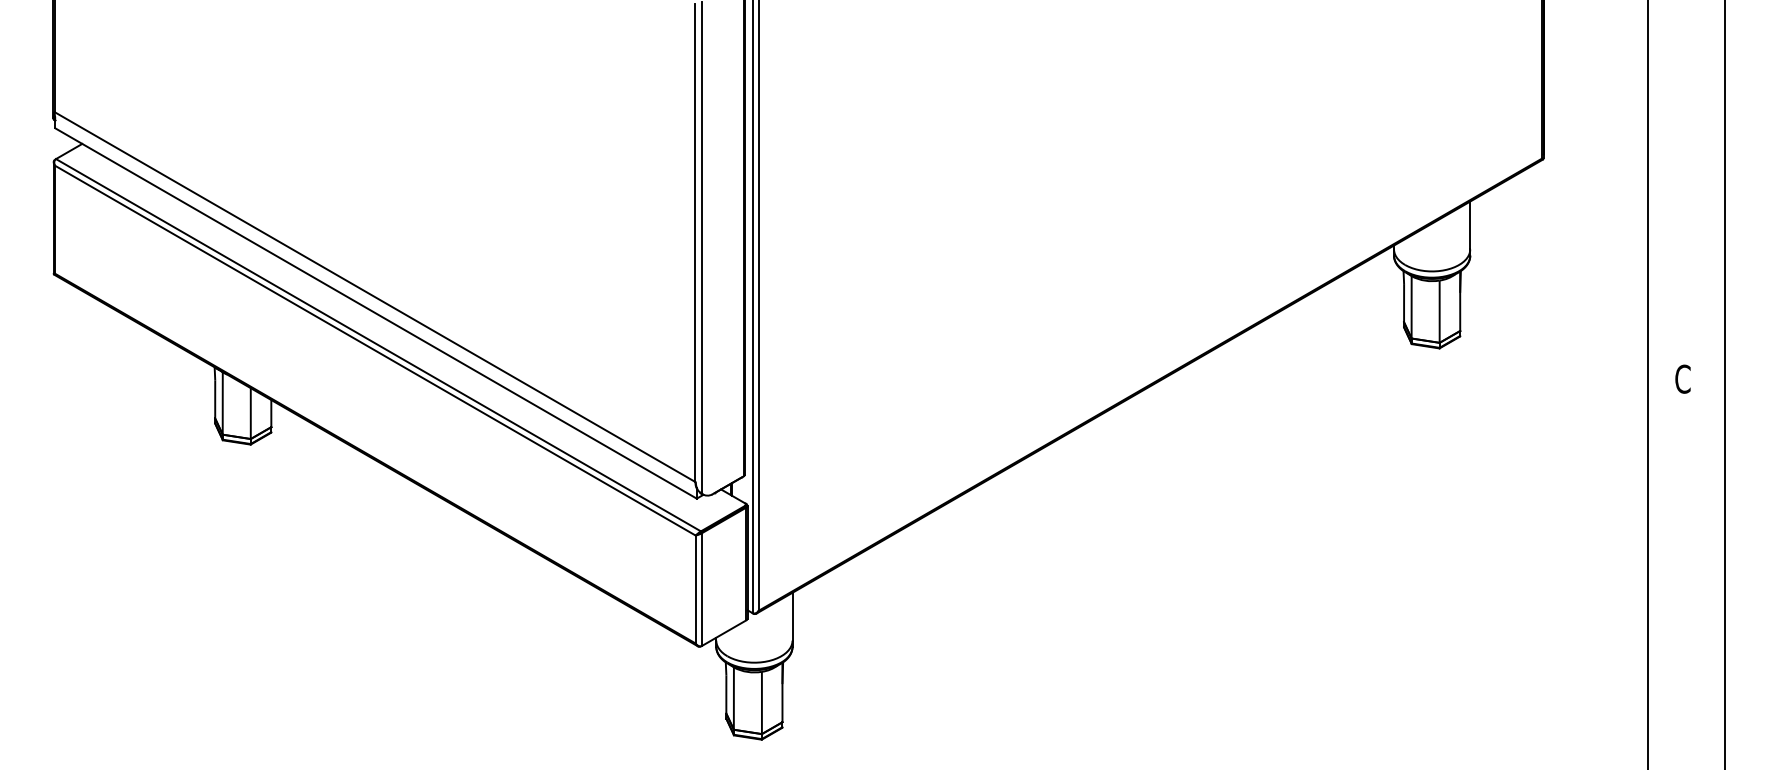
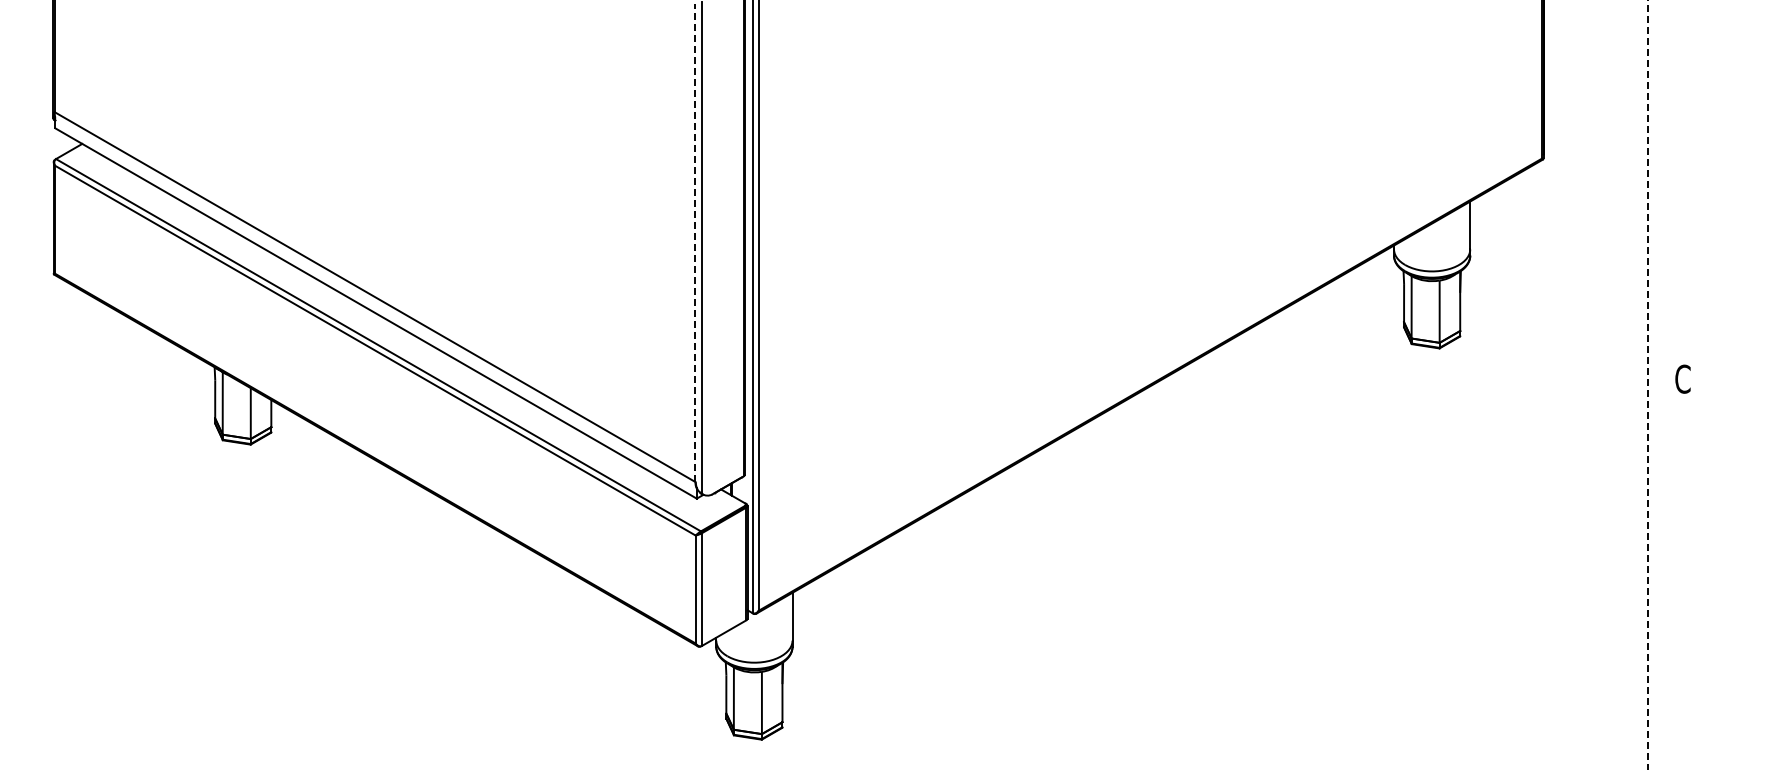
line at (695, 243): solid -> dashed
line at (1724, 384): present -> none
line at (1648, 385): solid -> dashed
